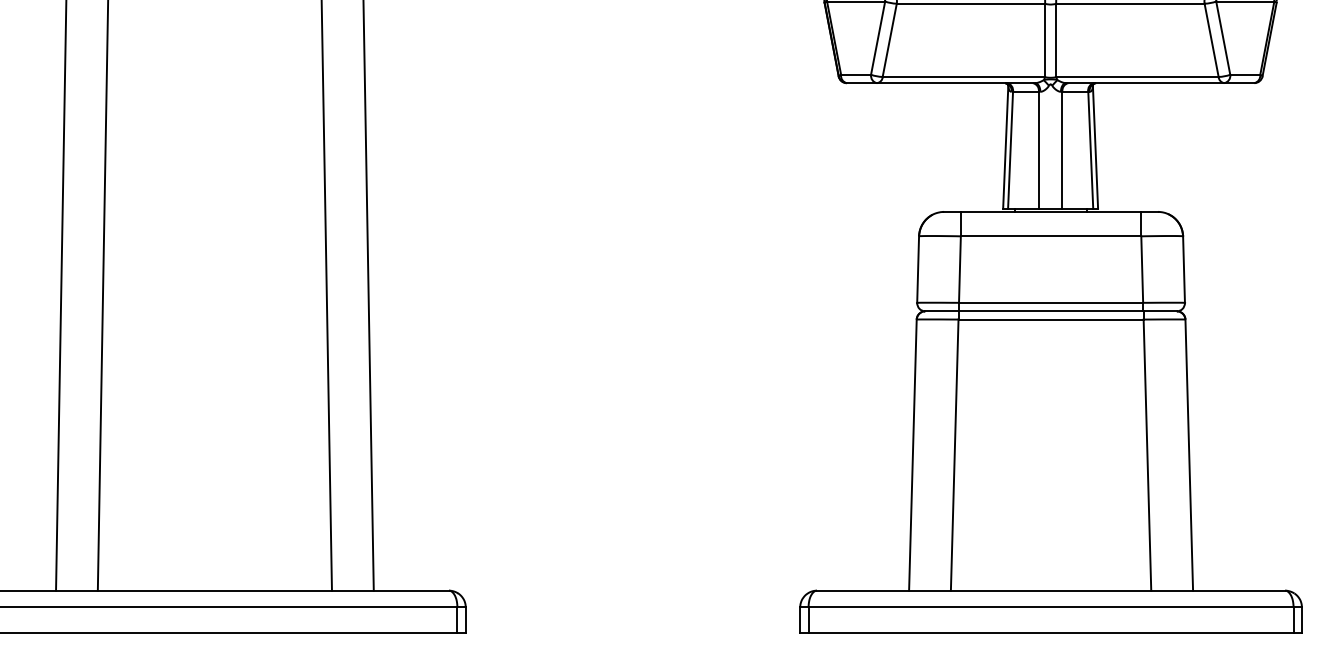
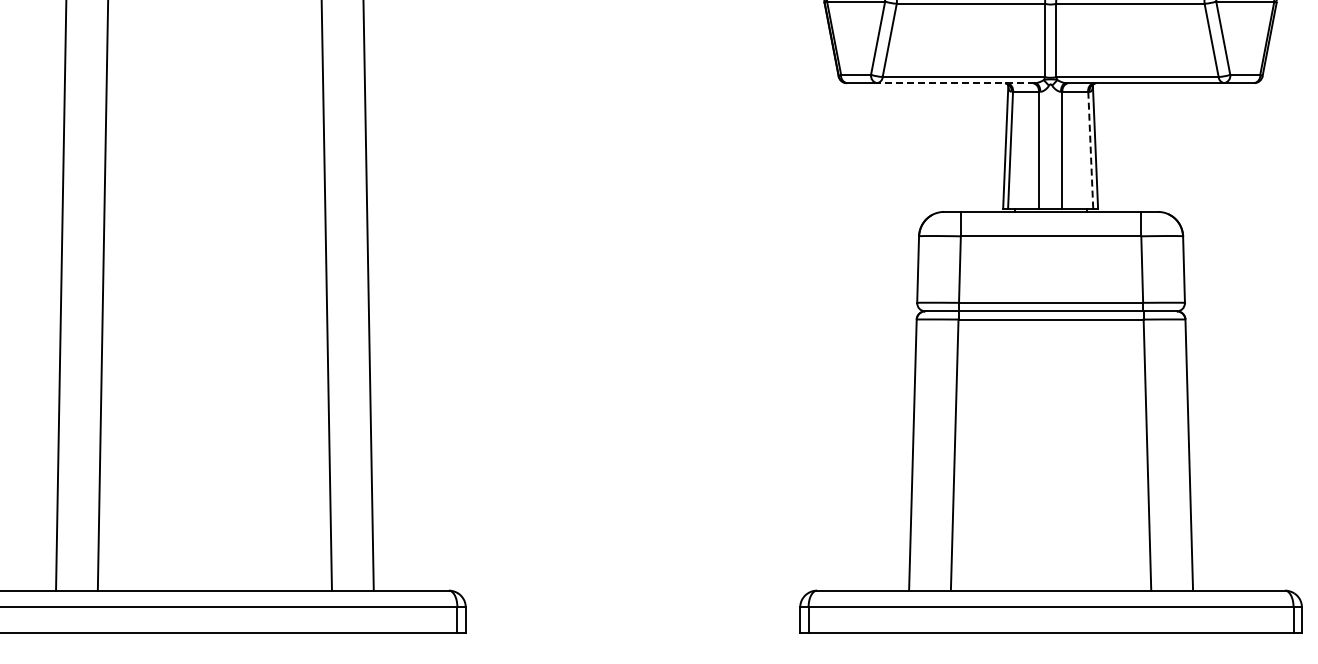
line at (955, 83): solid -> dashed
line at (1090, 149): solid -> dashed
